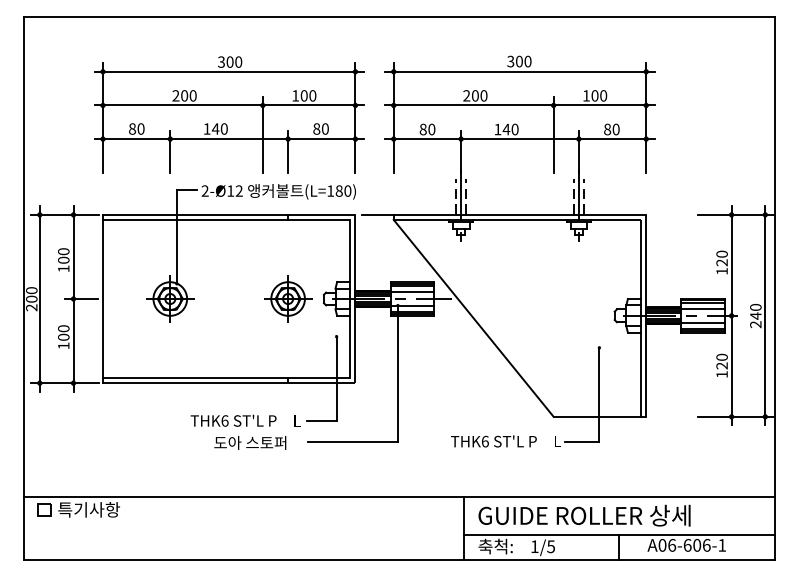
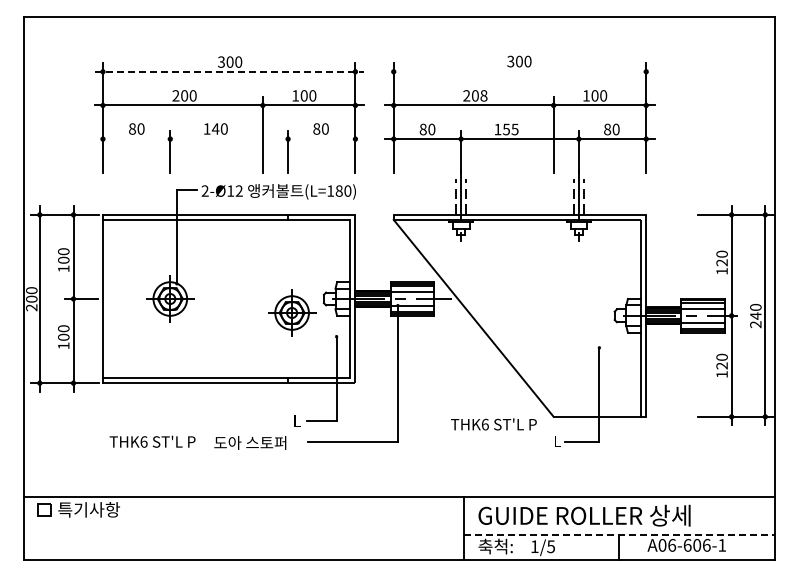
line at (229, 71): solid -> dashed
line at (519, 71): present -> none
text at (483, 95): 200 -> 208
text at (510, 129): 140 -> 155
line at (228, 139): present -> none
line at (377, 214): present -> none
part at (288, 298) position: (288, 298) -> (292, 312)
text at (233, 420) position: (233, 420) -> (152, 441)
text at (493, 441) position: (493, 441) -> (493, 424)
line at (619, 534): solid -> dashed
